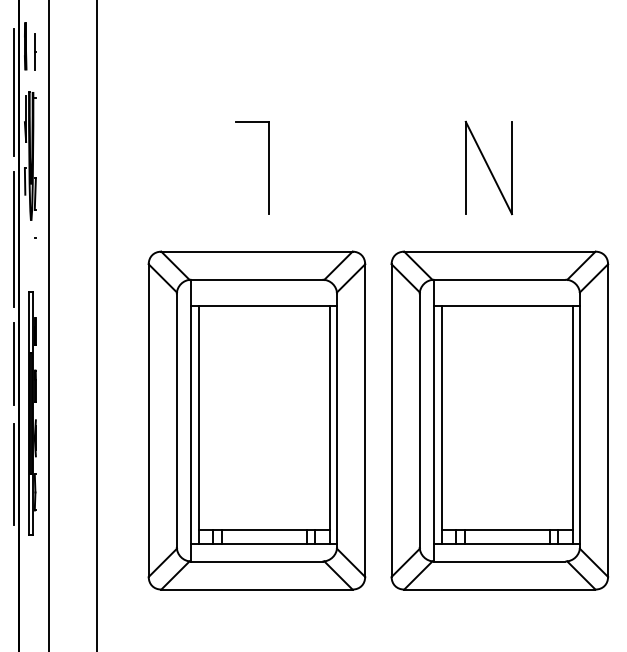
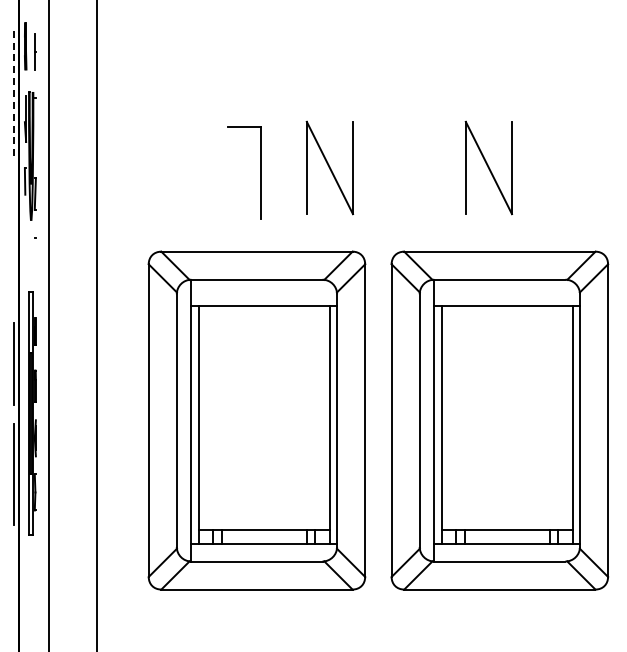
line at (14, 92): solid -> dashed
part at (268, 167) position: (268, 167) -> (260, 172)
part at (329, 167): none -> present
line at (14, 239): present -> none
